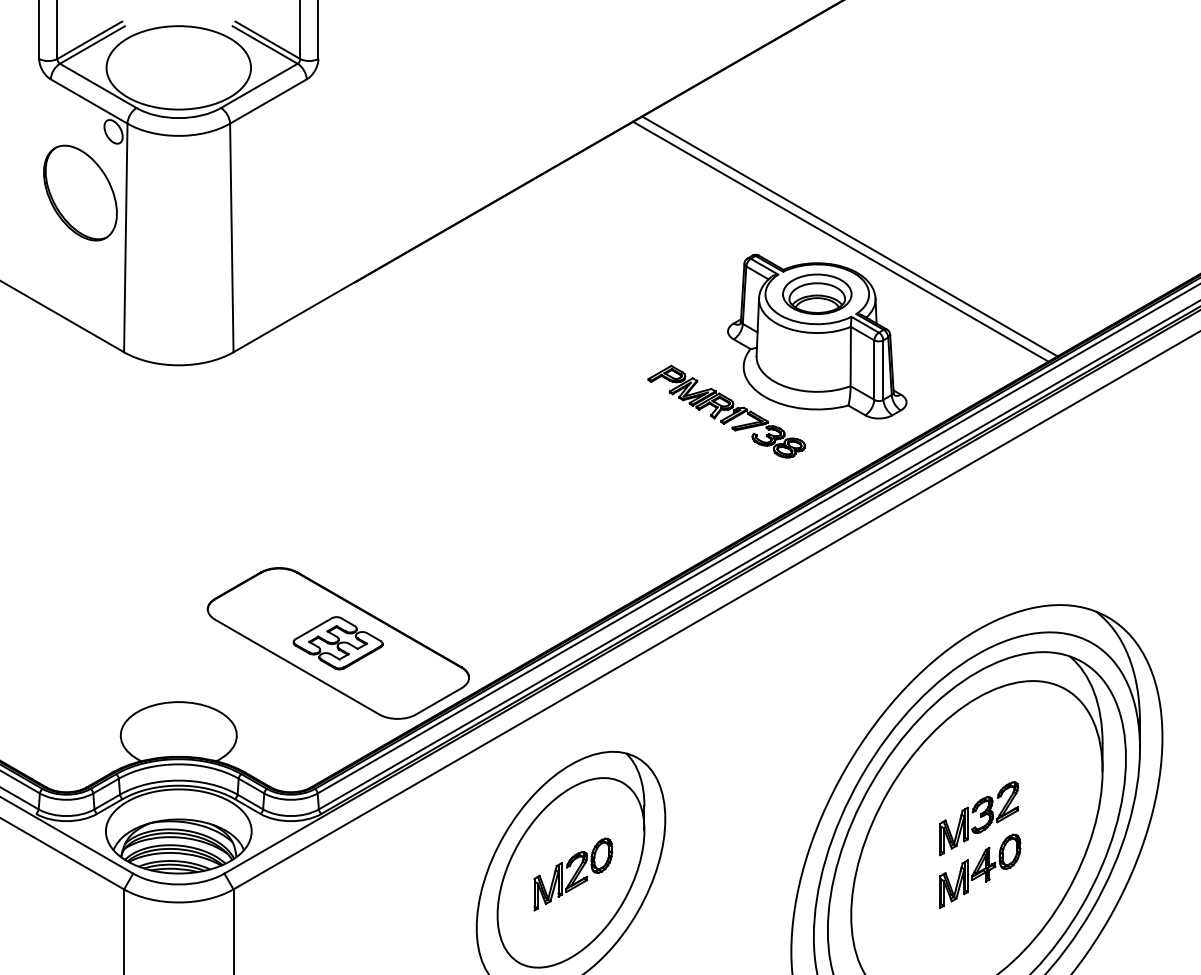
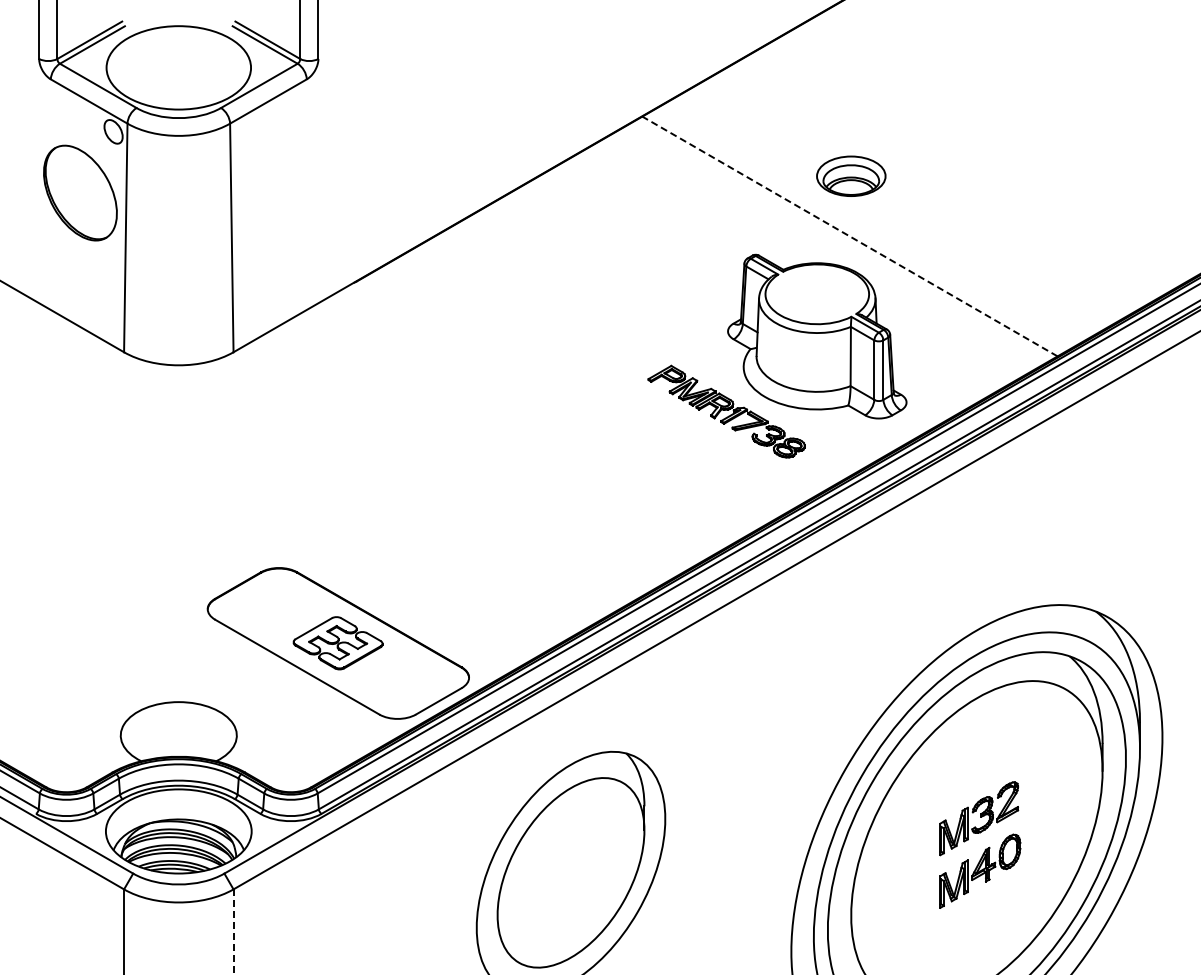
line at (849, 236): solid -> dashed
line at (840, 241): present -> none
part at (817, 293) position: (817, 293) -> (851, 175)
part at (573, 874): present -> none
line at (233, 932): solid -> dashed
